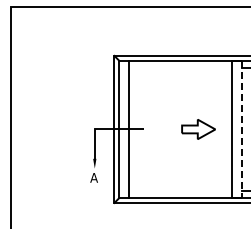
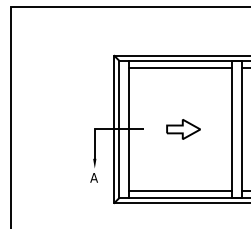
line at (180, 68): none -> present
part at (198, 129) position: (198, 129) -> (183, 129)
line at (241, 129): dashed -> solid
line at (180, 190): none -> present
